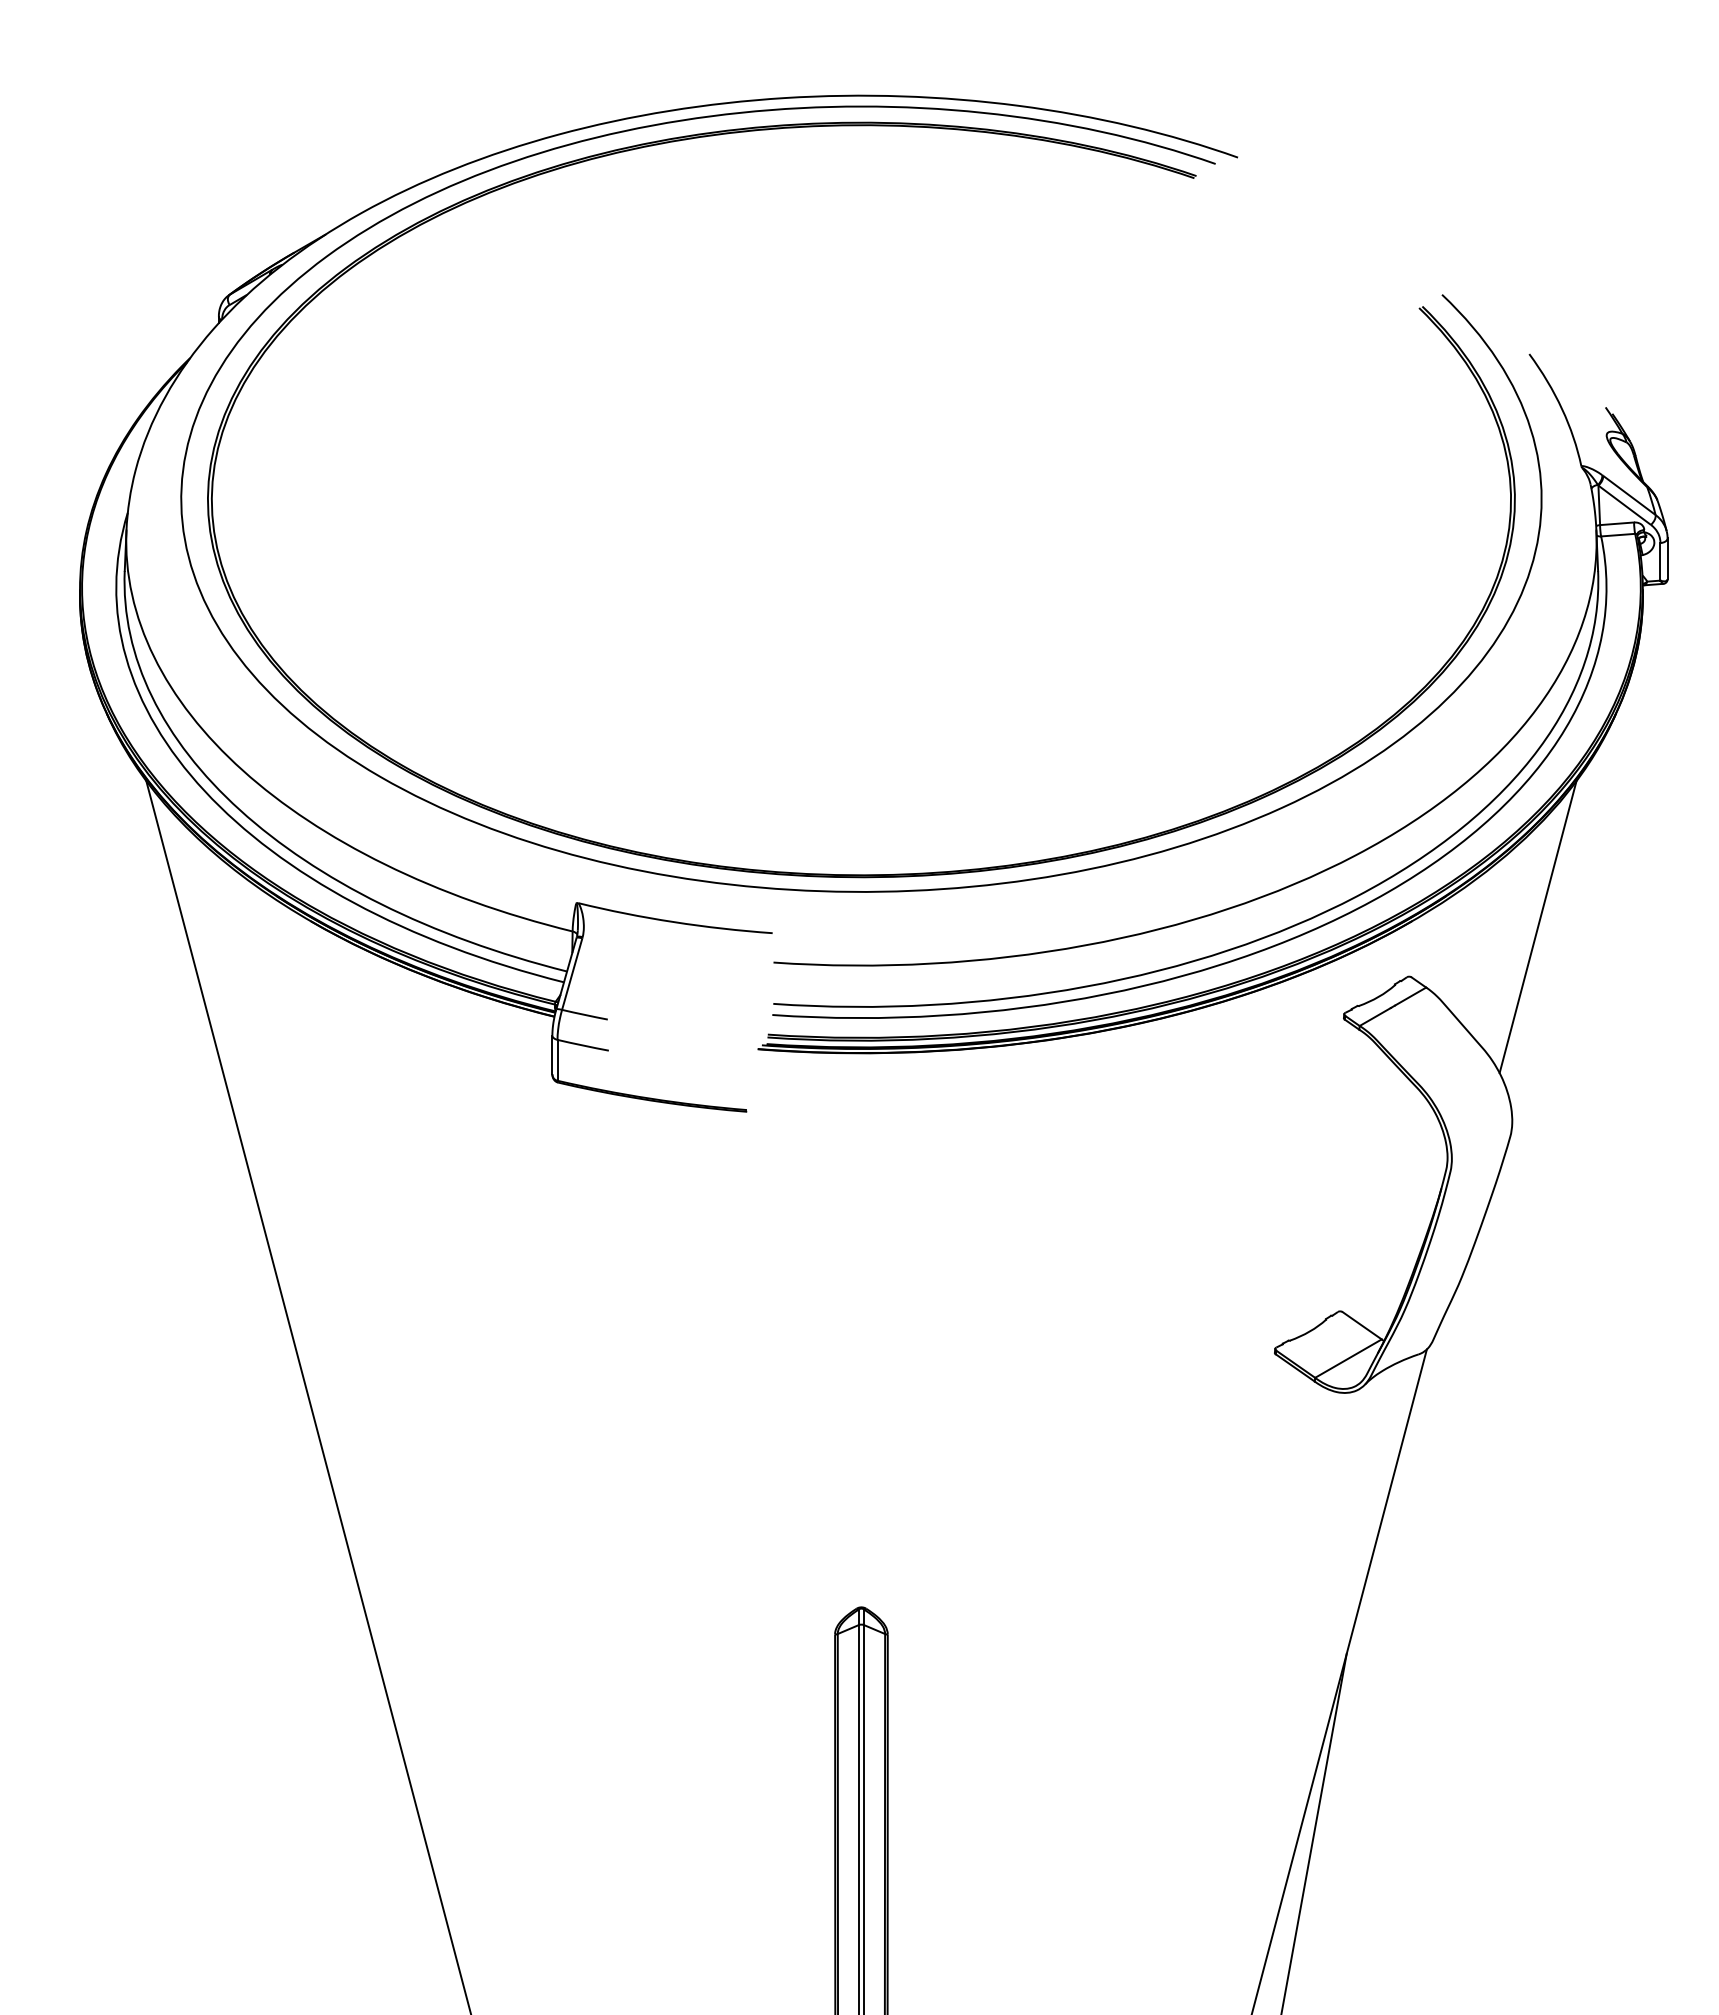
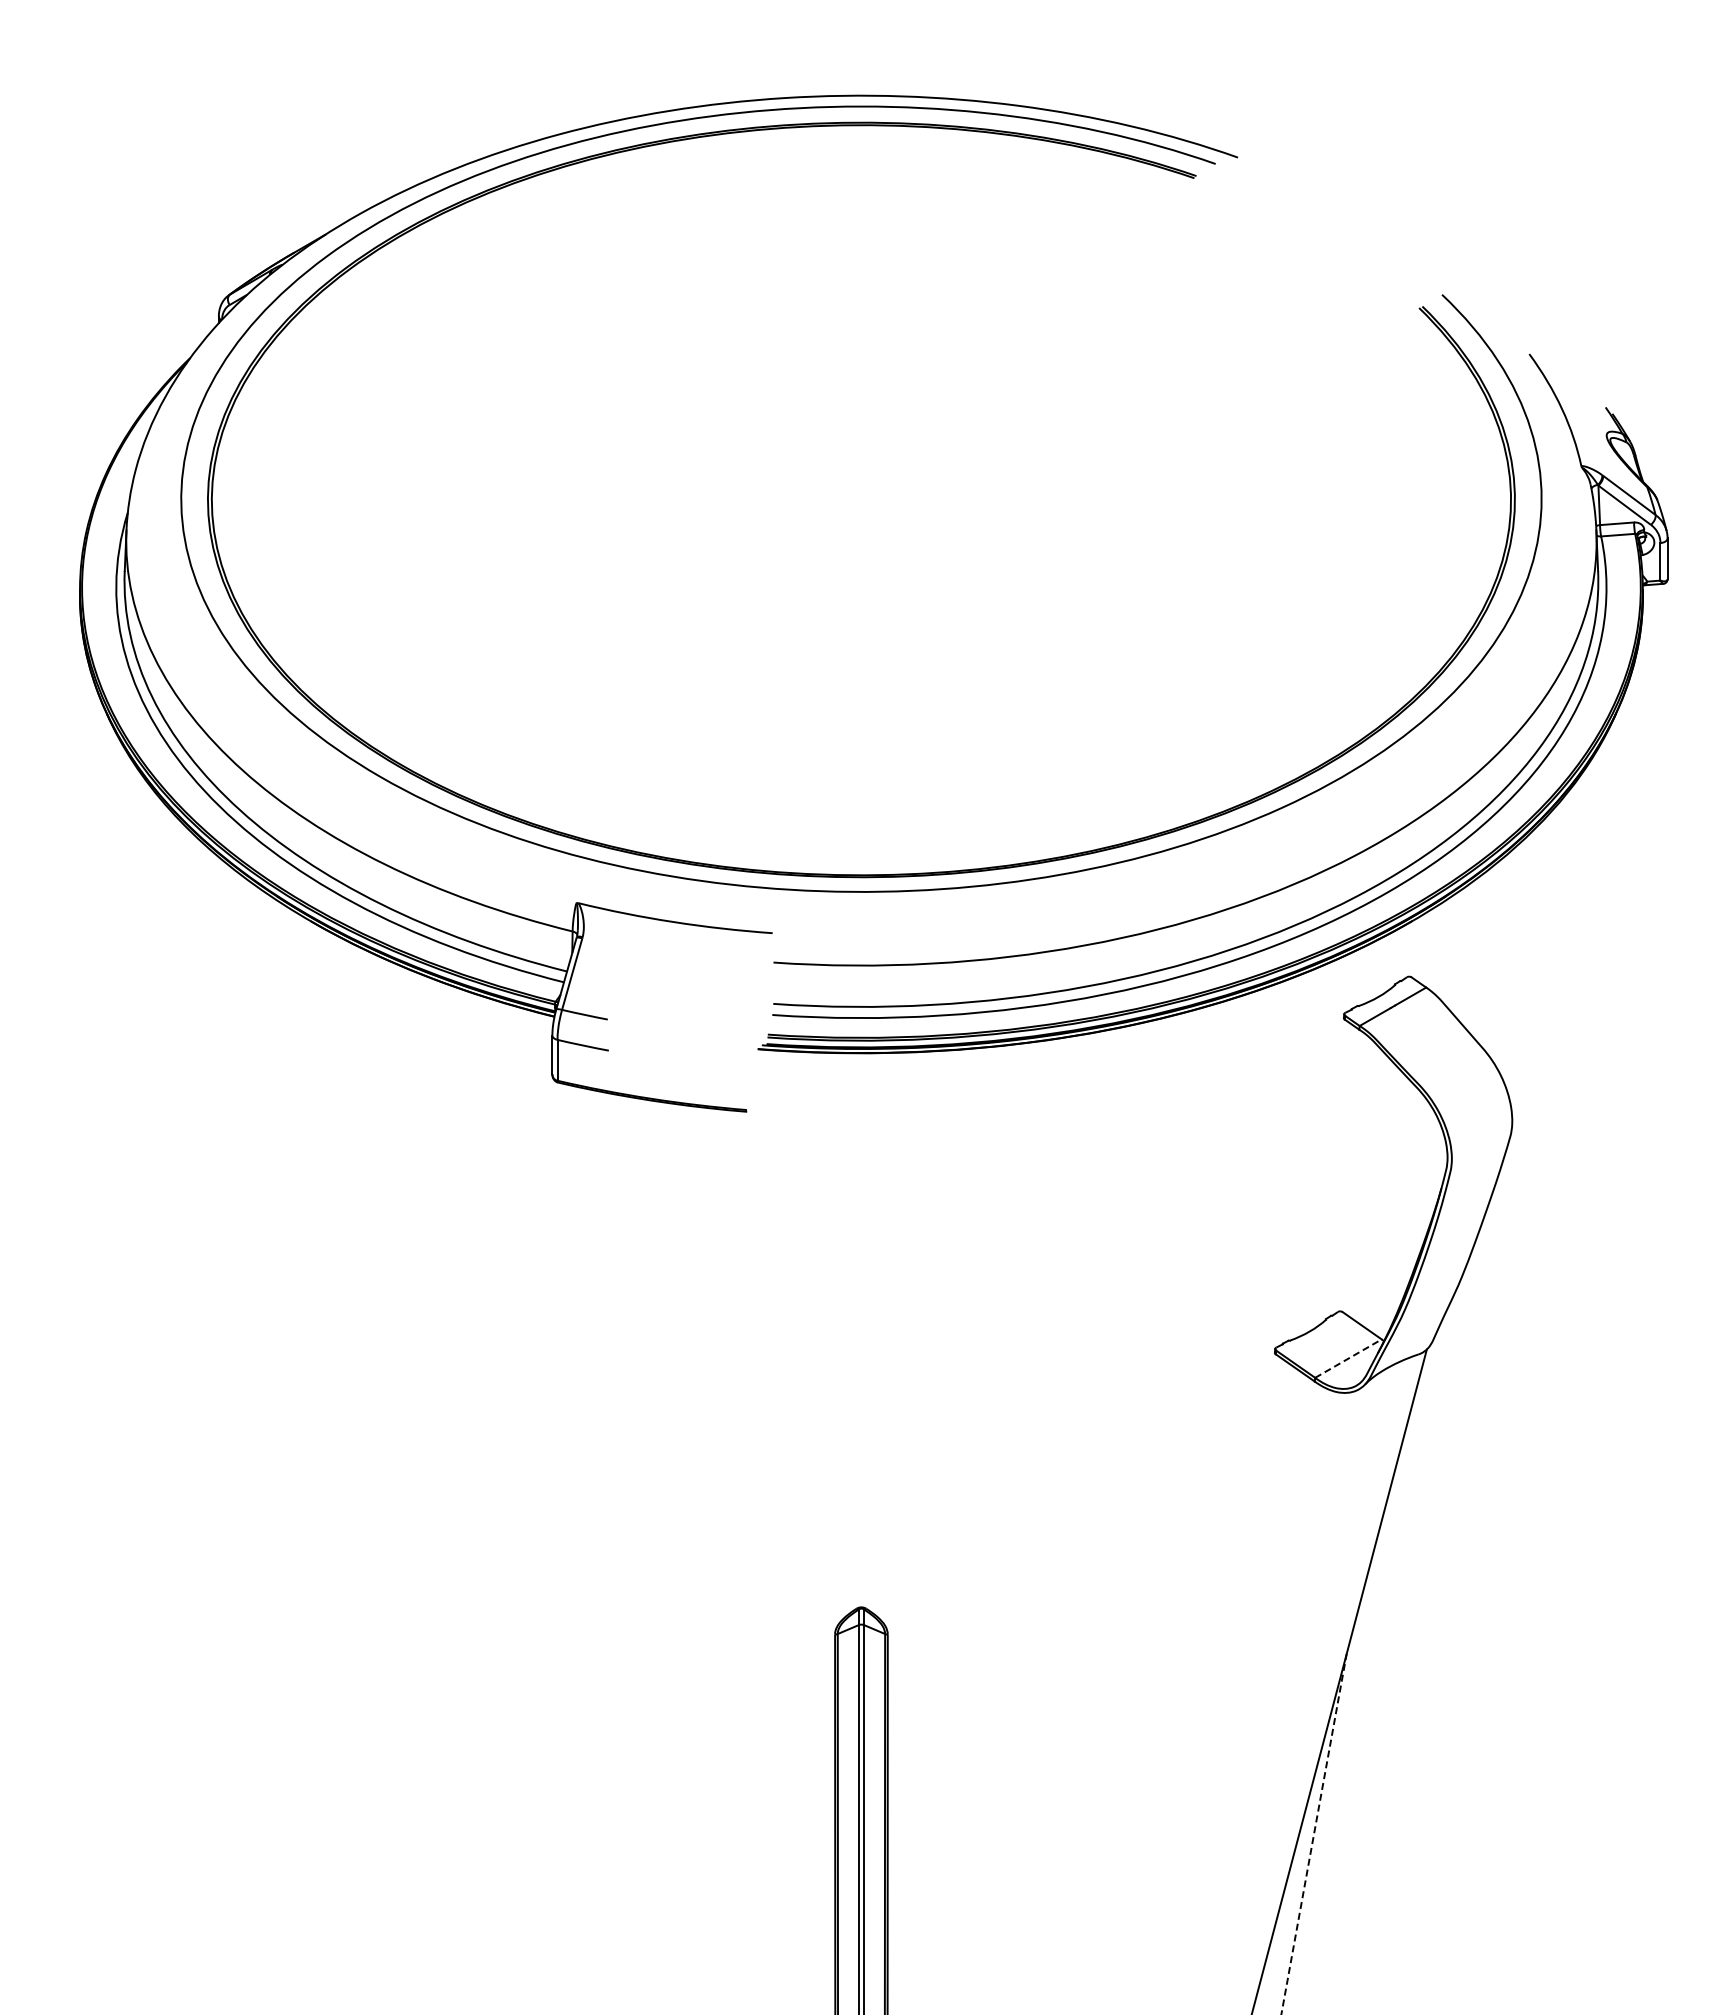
line at (1537, 927): present -> none
line at (1348, 1358): solid -> dashed
line at (308, 1396): present -> none
line at (1314, 1833): solid -> dashed
